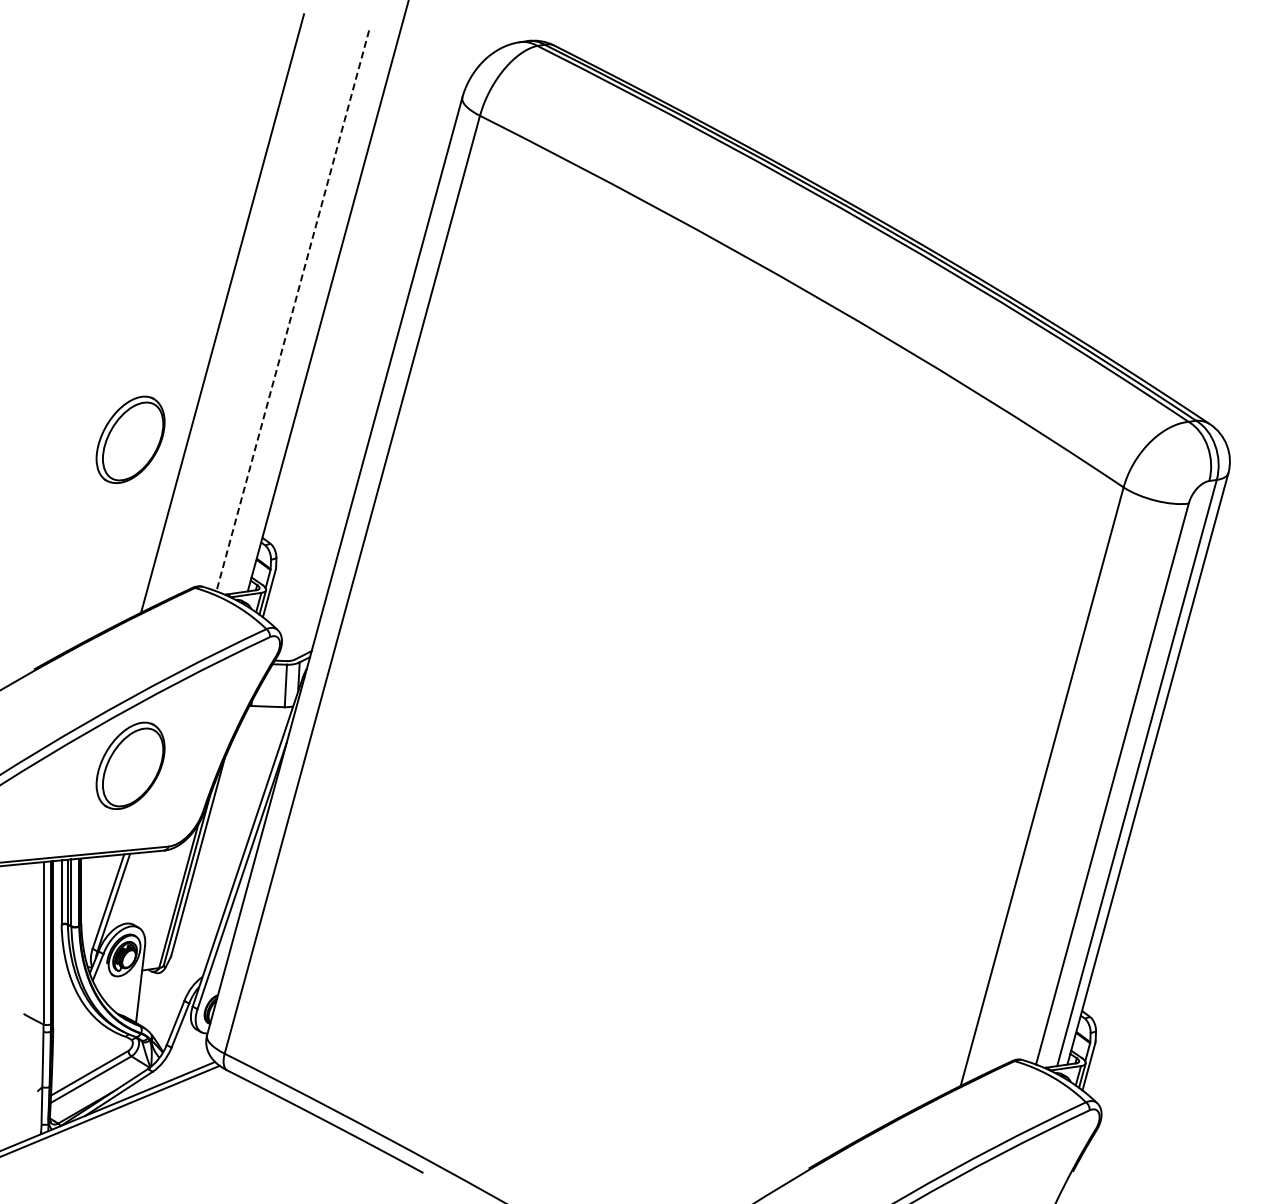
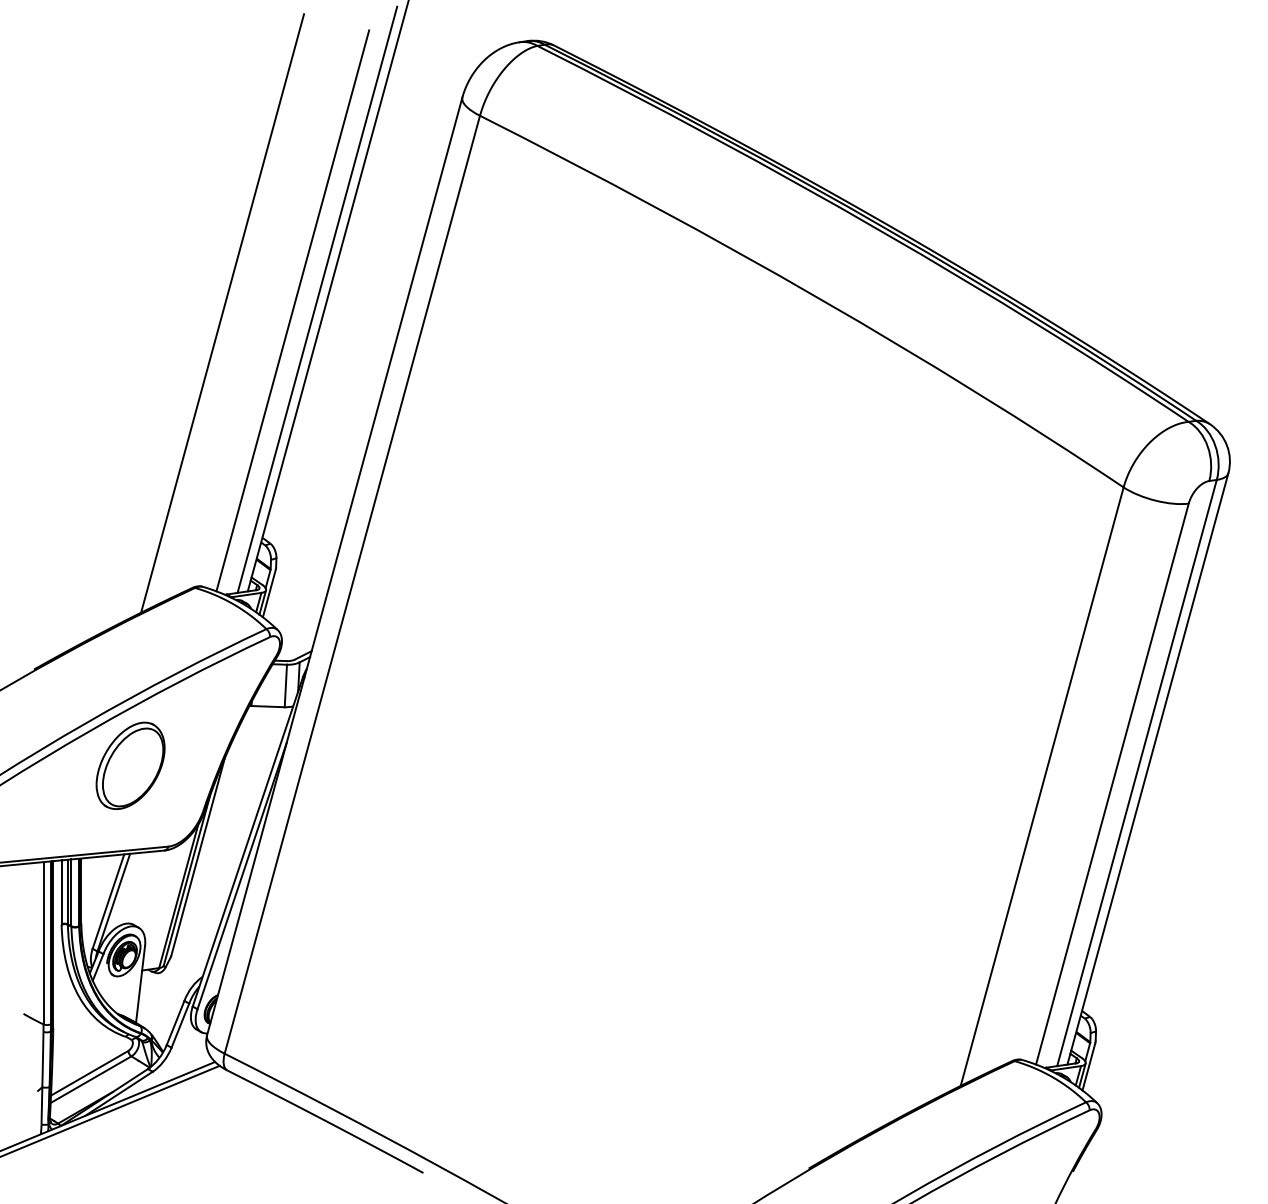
line at (317, 299): none -> present
line at (292, 310): dashed -> solid
part at (130, 439): present -> none
